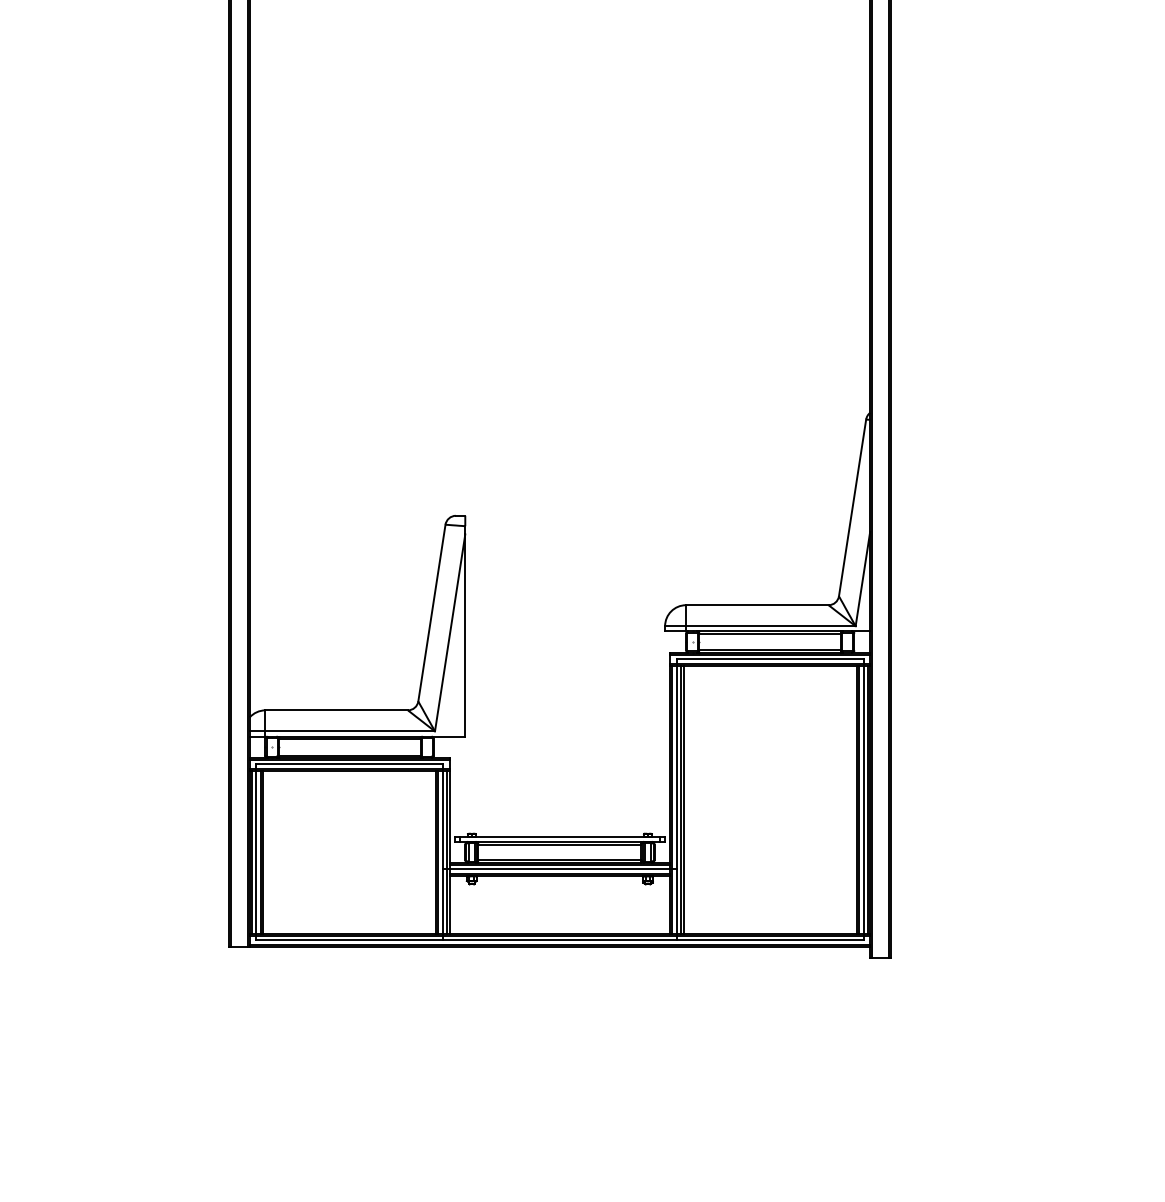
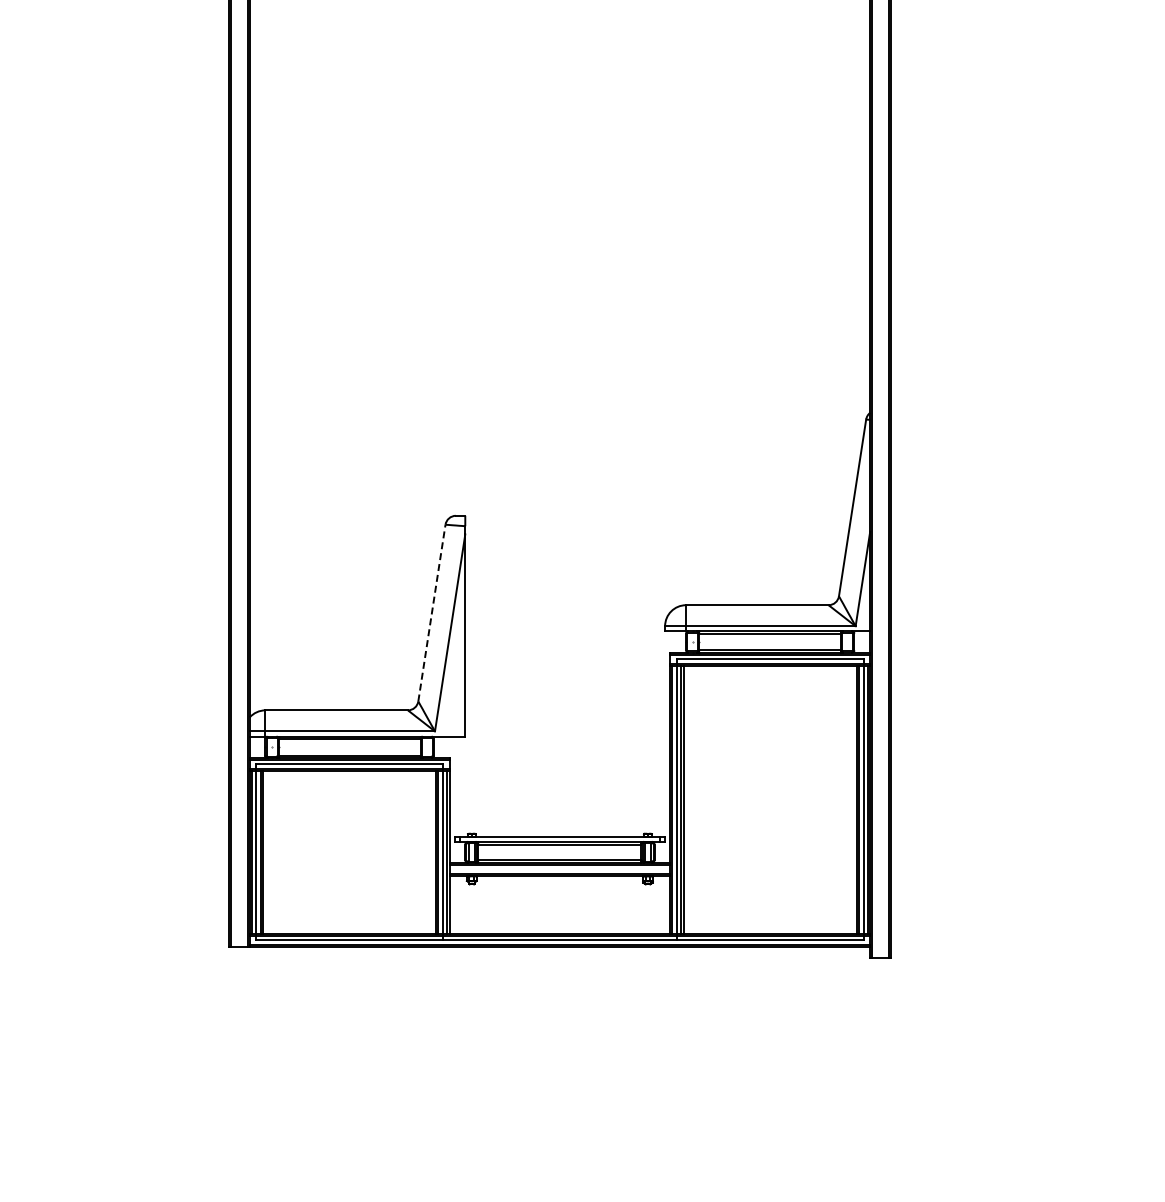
line at (432, 612): solid -> dashed
line at (559, 869): present -> none
